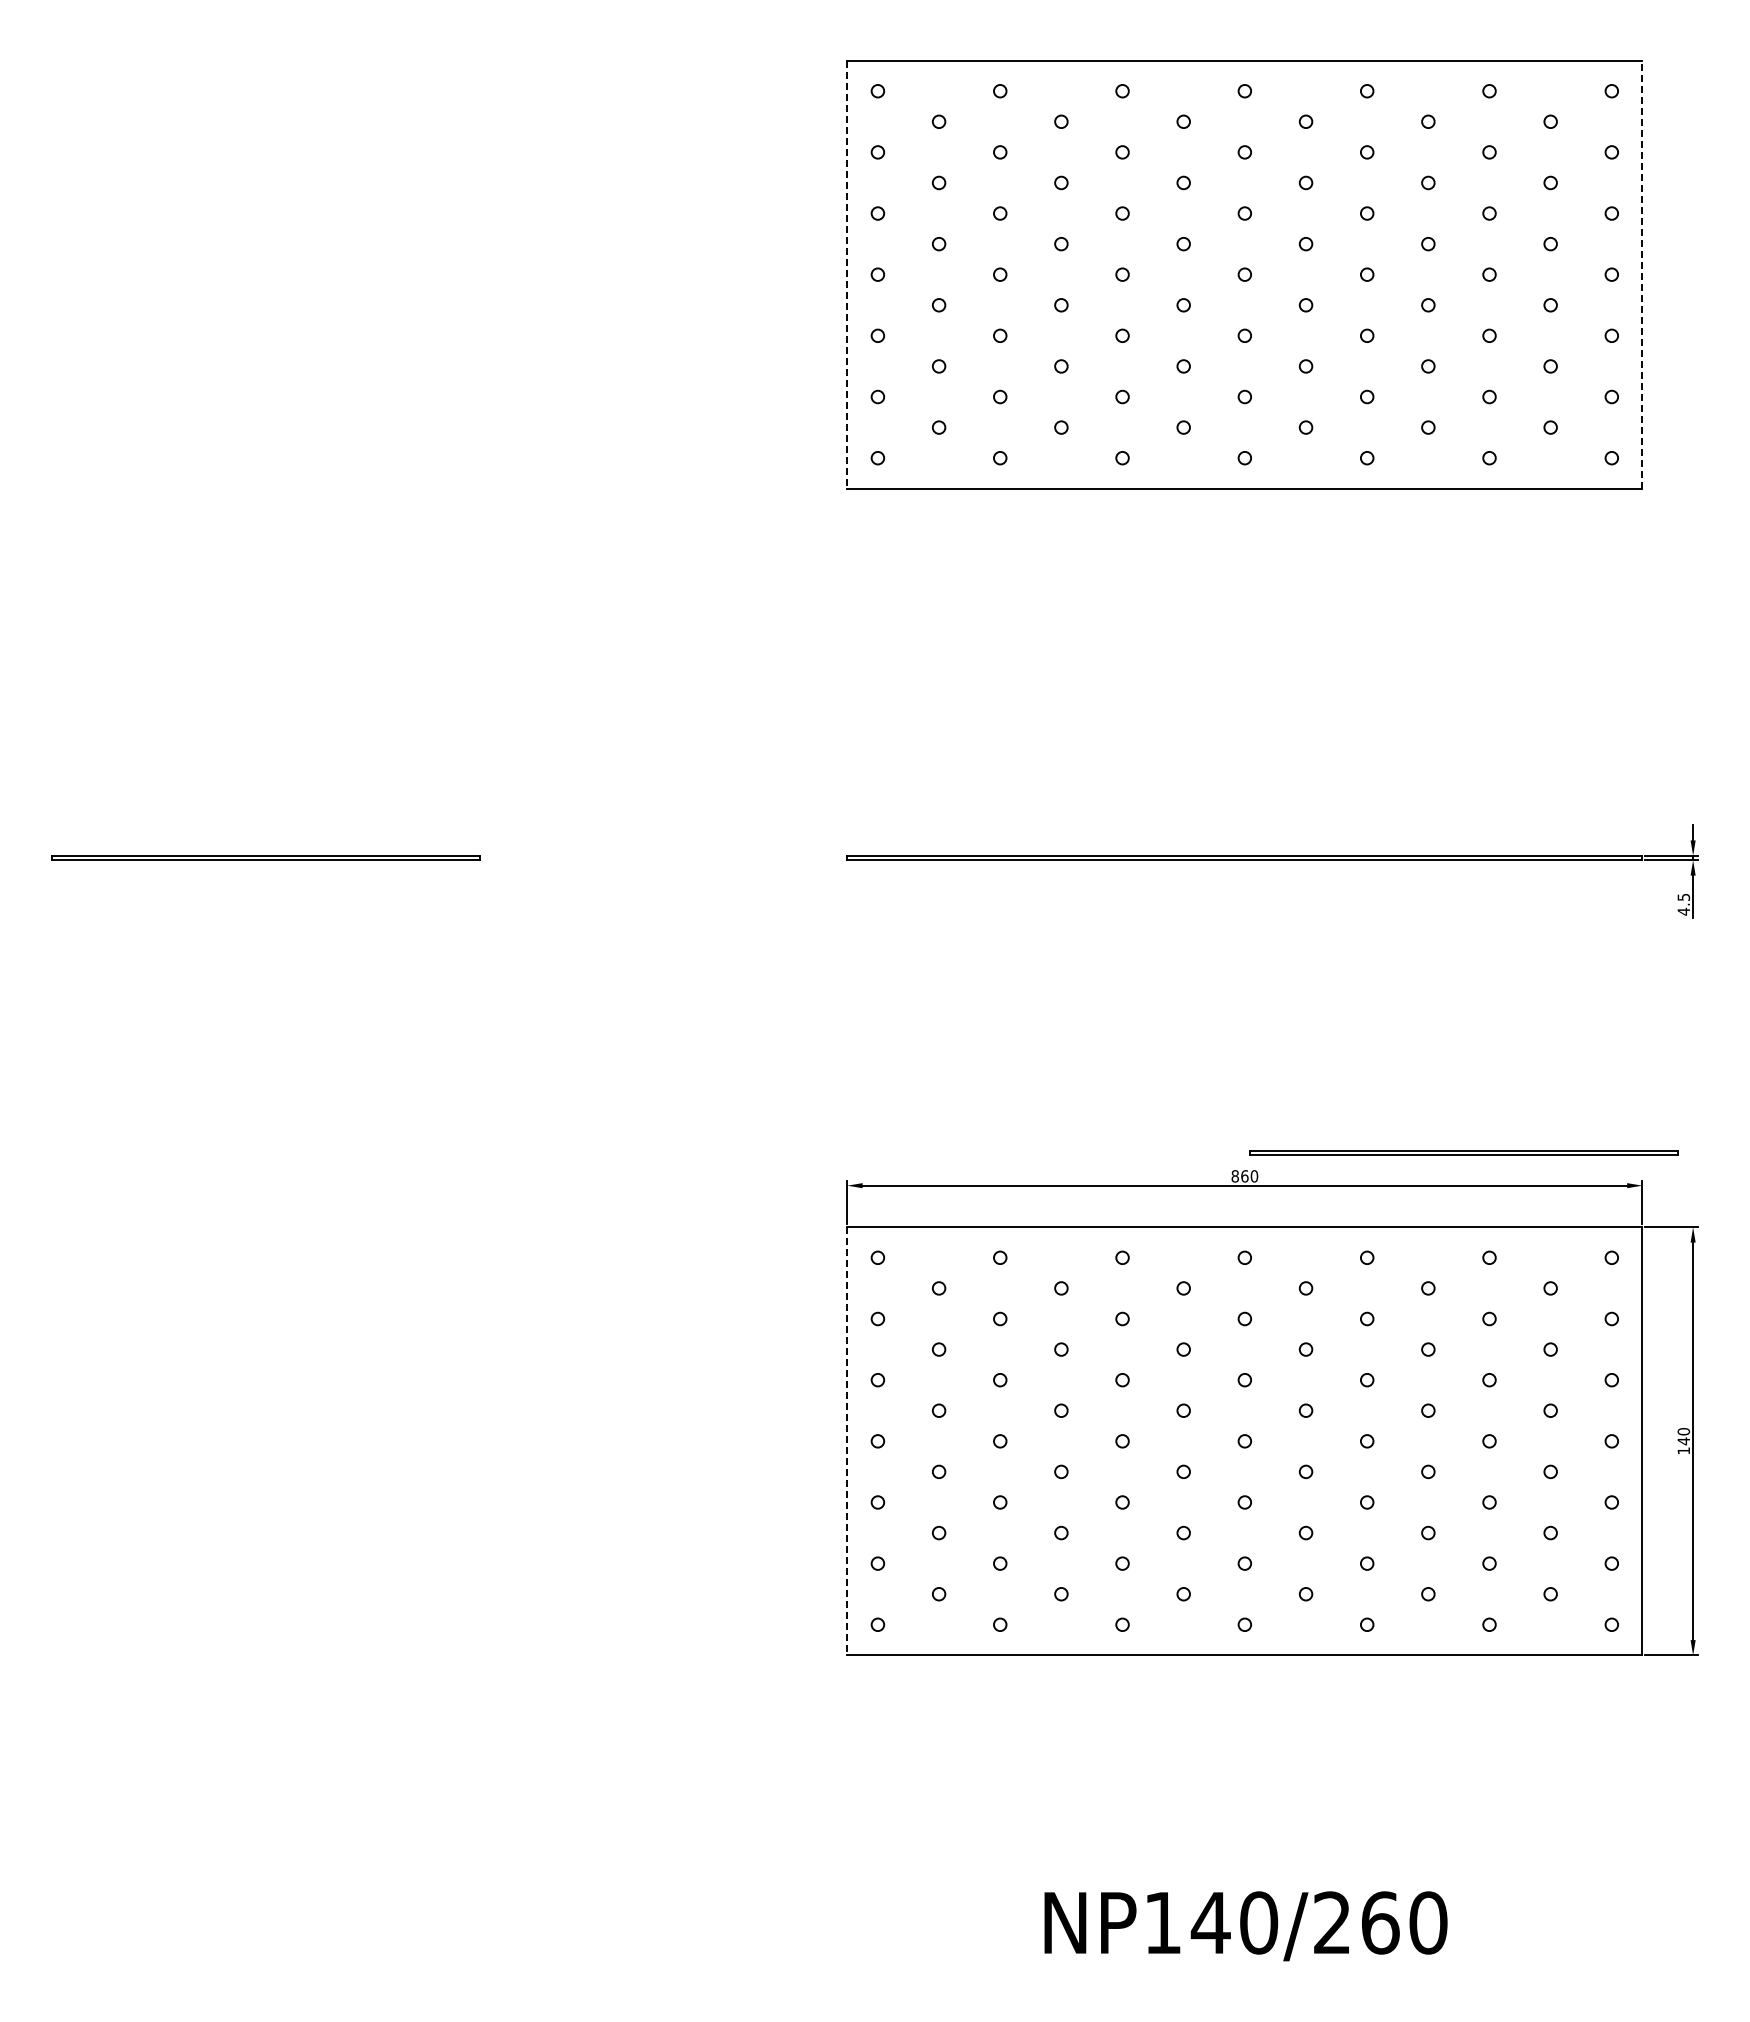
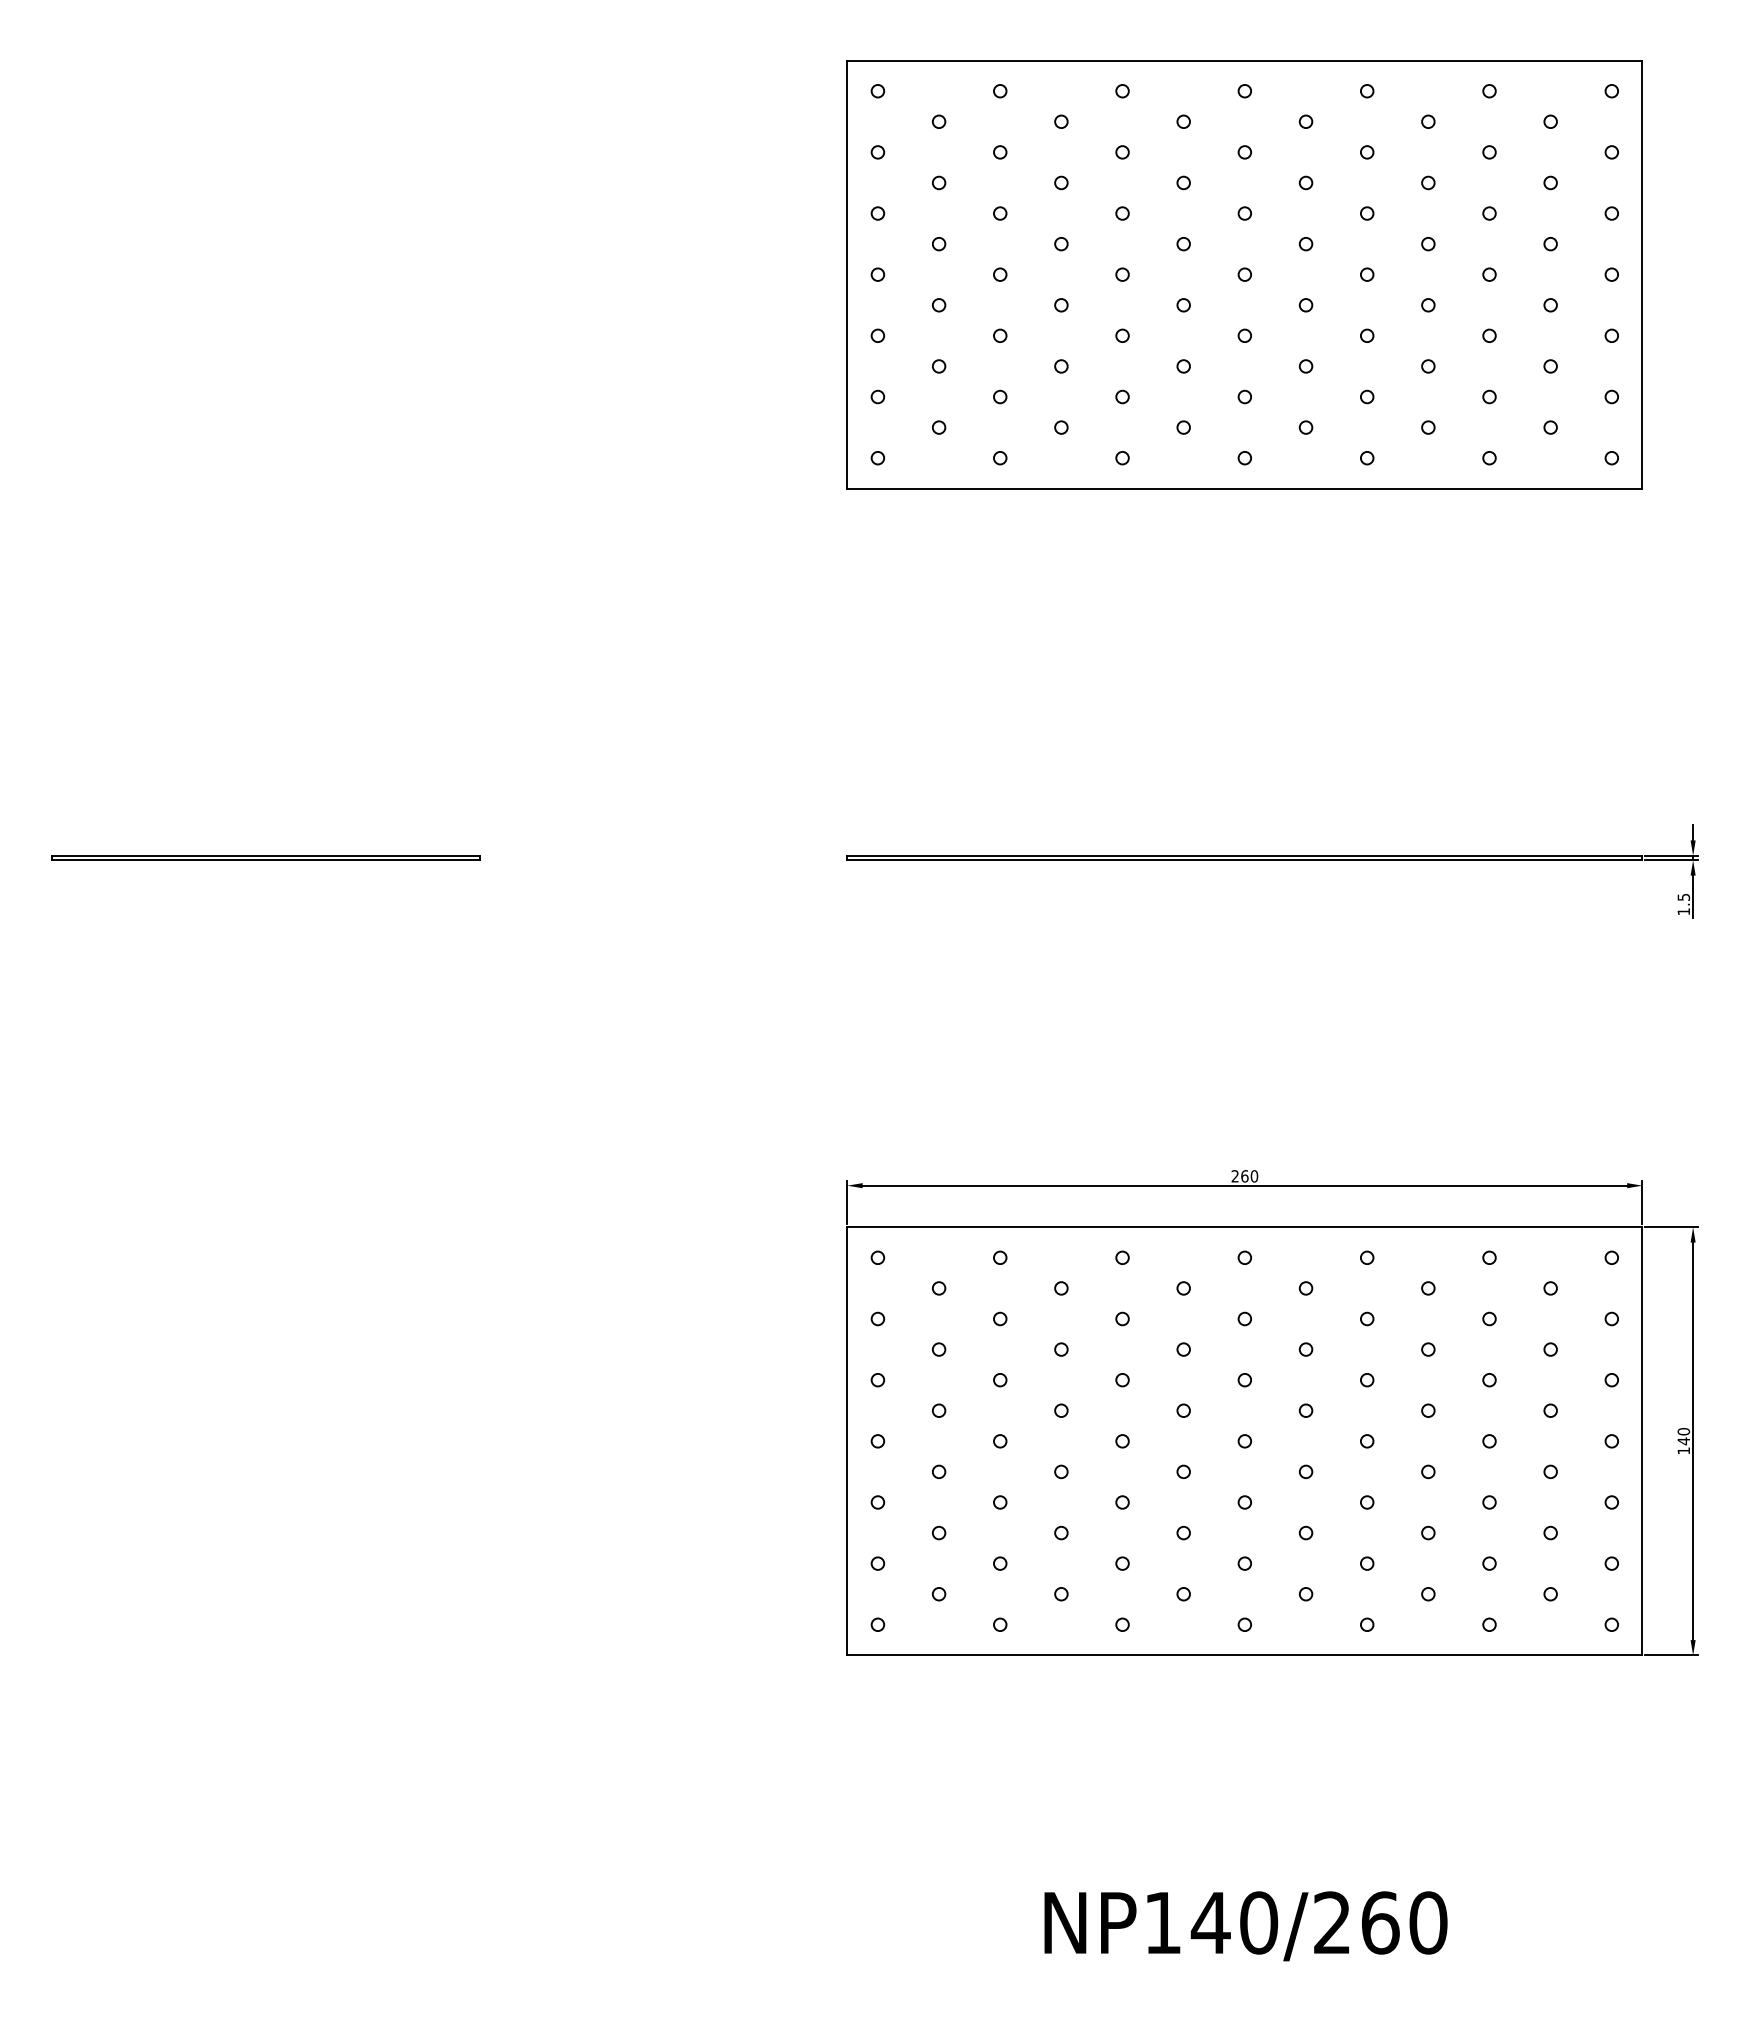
line at (1642, 274): dashed -> solid
line at (847, 275): dashed -> solid
text at (1683, 911): 4.5 -> 1.5
part at (1463, 1152): present -> none
text at (1234, 1176): 860 -> 260
line at (847, 1441): dashed -> solid
